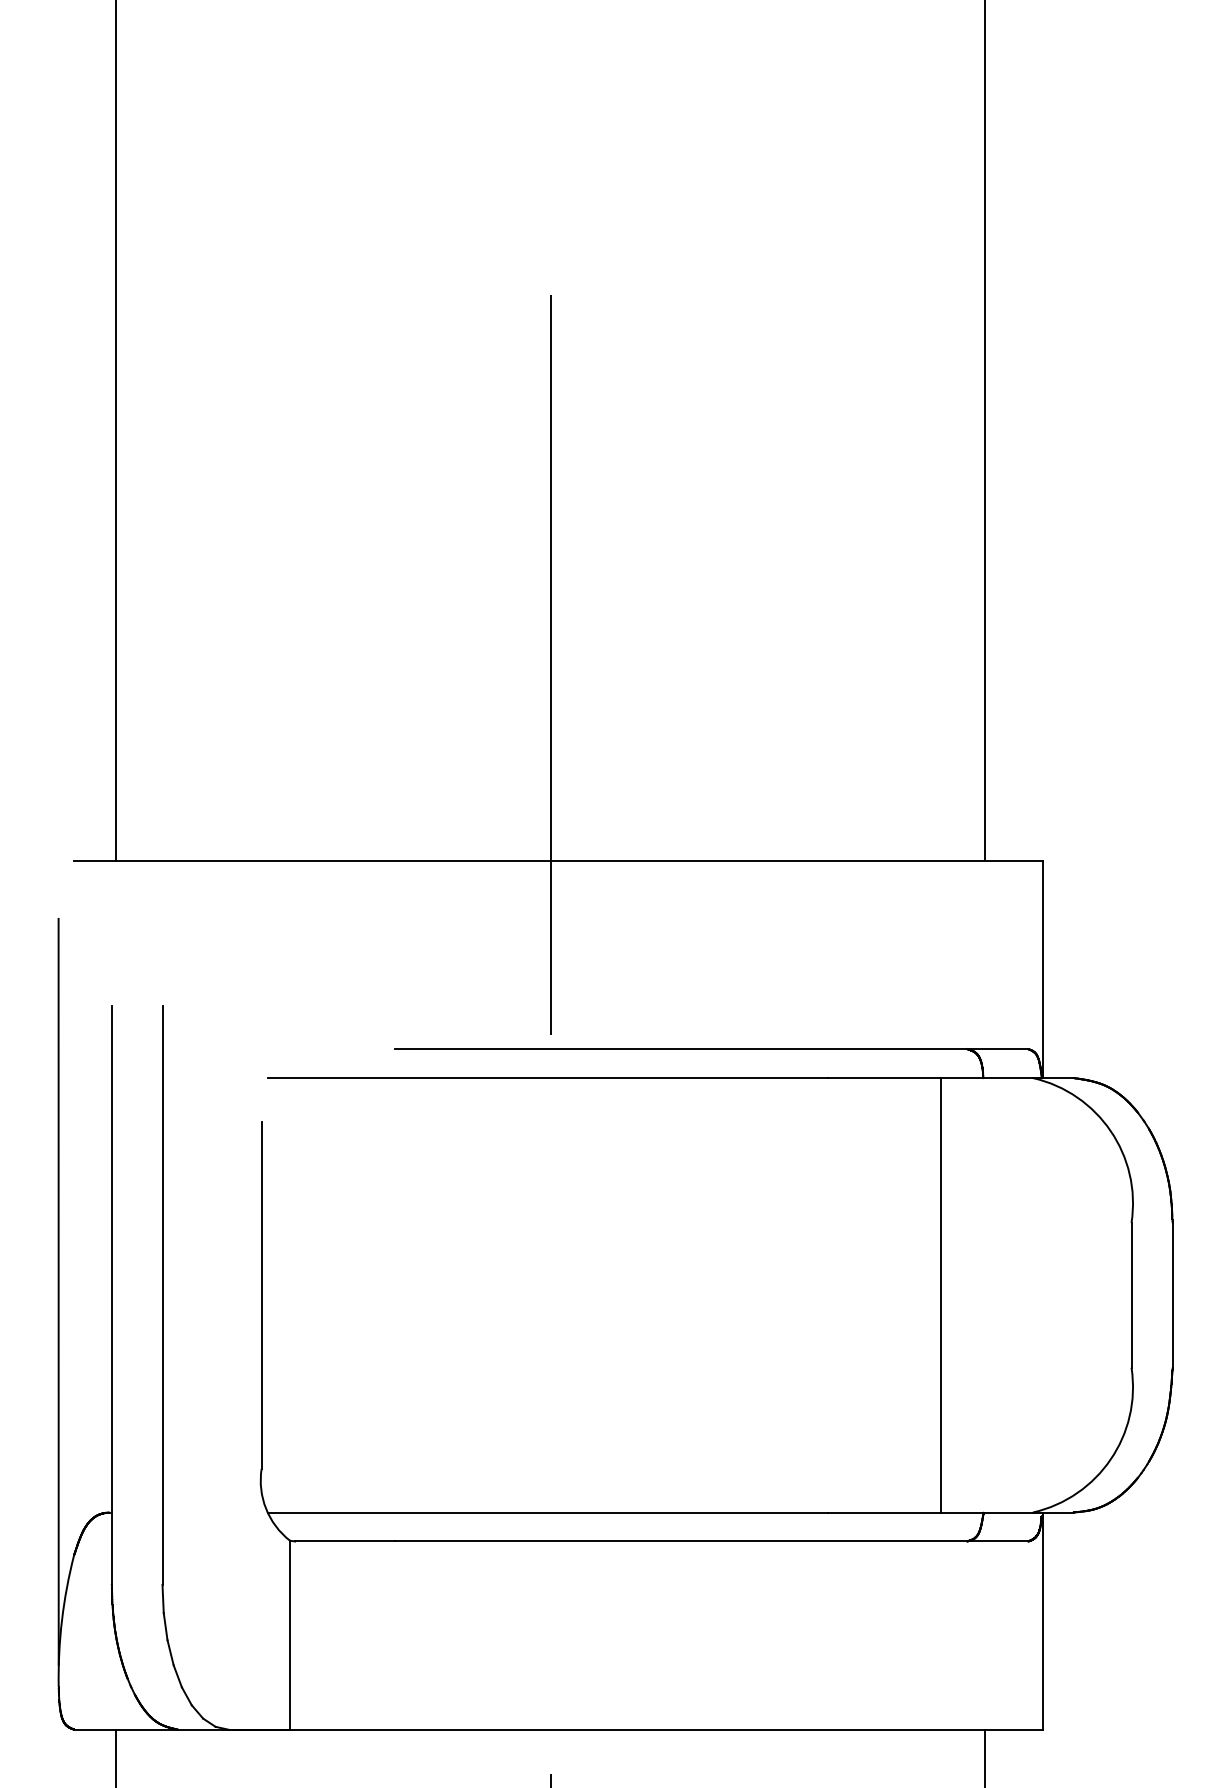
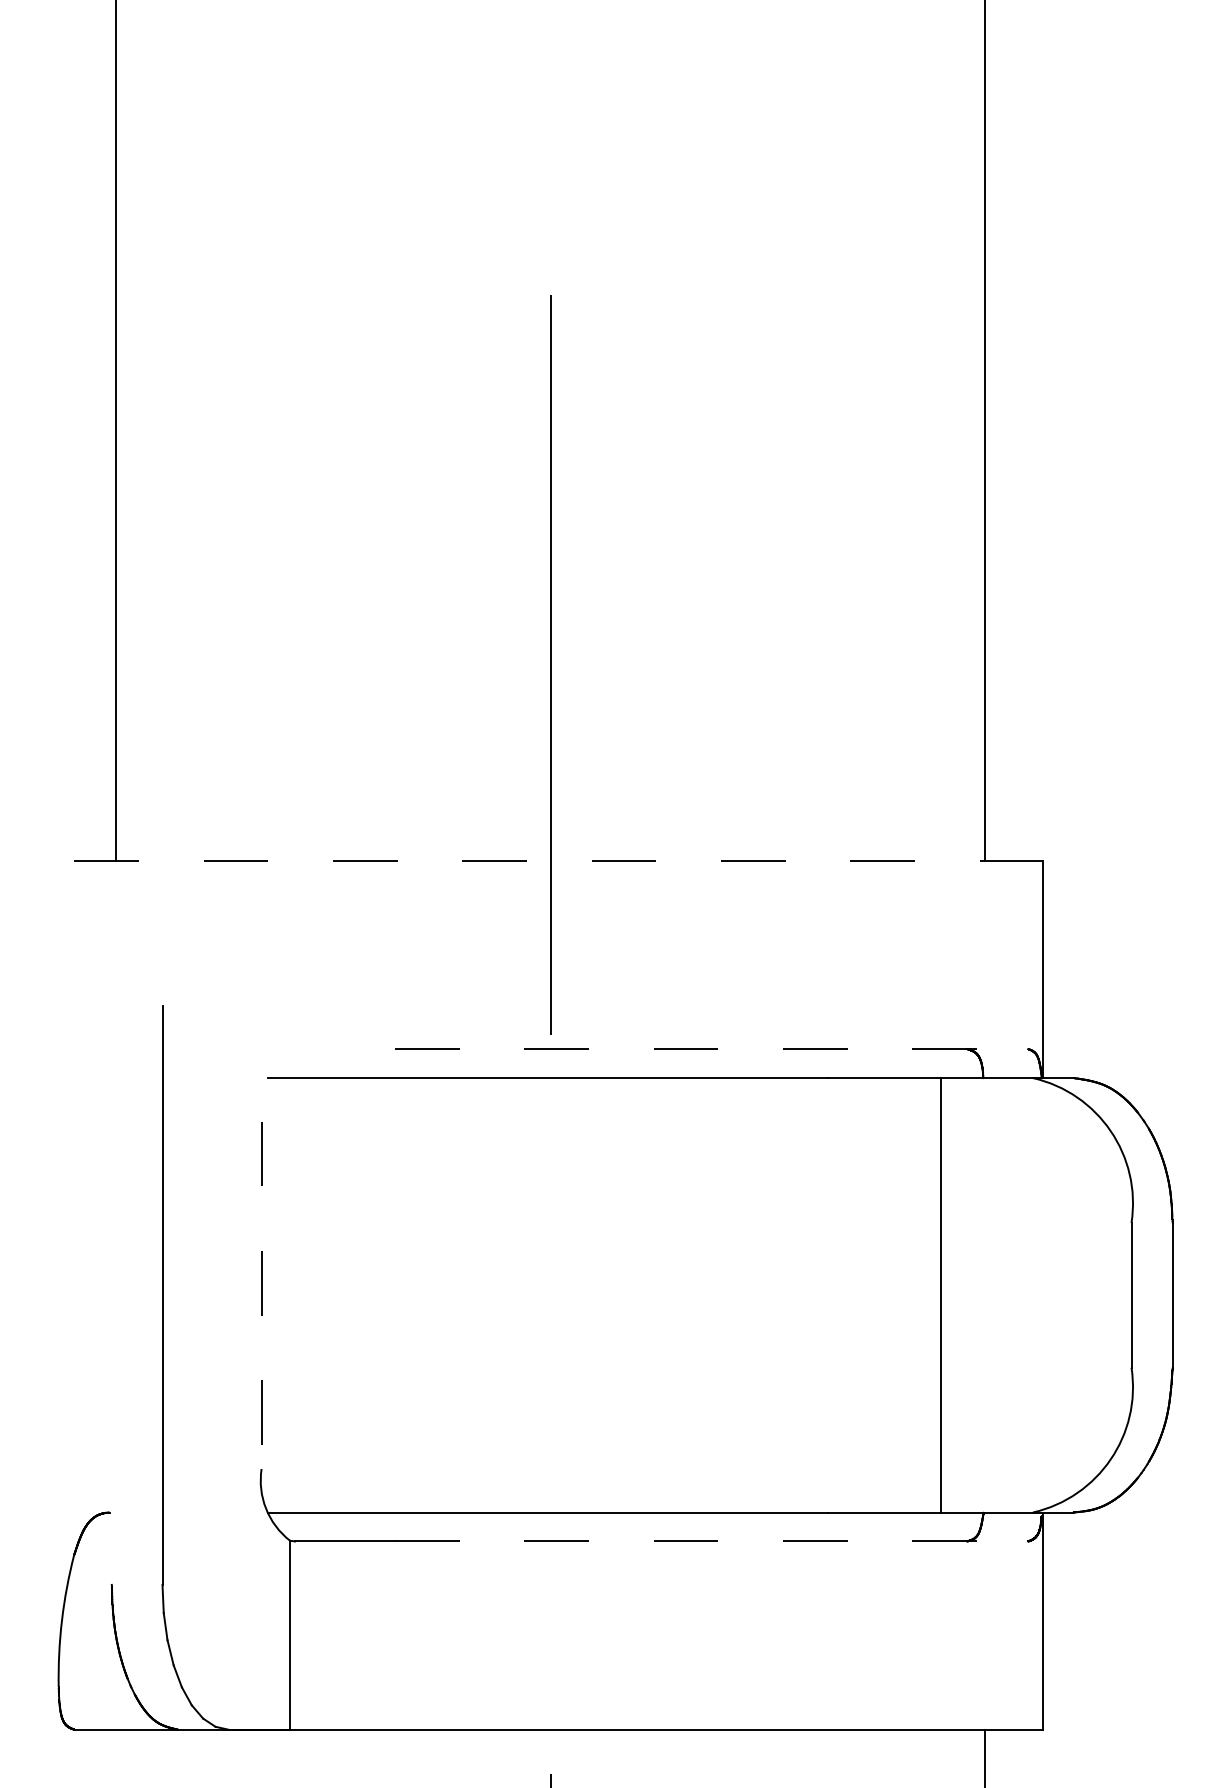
line at (559, 860): solid -> dashed
line at (711, 1049): solid -> dashed
line at (58, 1291): present -> none
line at (111, 1294): present -> none
line at (261, 1295): solid -> dashed
line at (711, 1541): solid -> dashed
line at (116, 1756): present -> none
